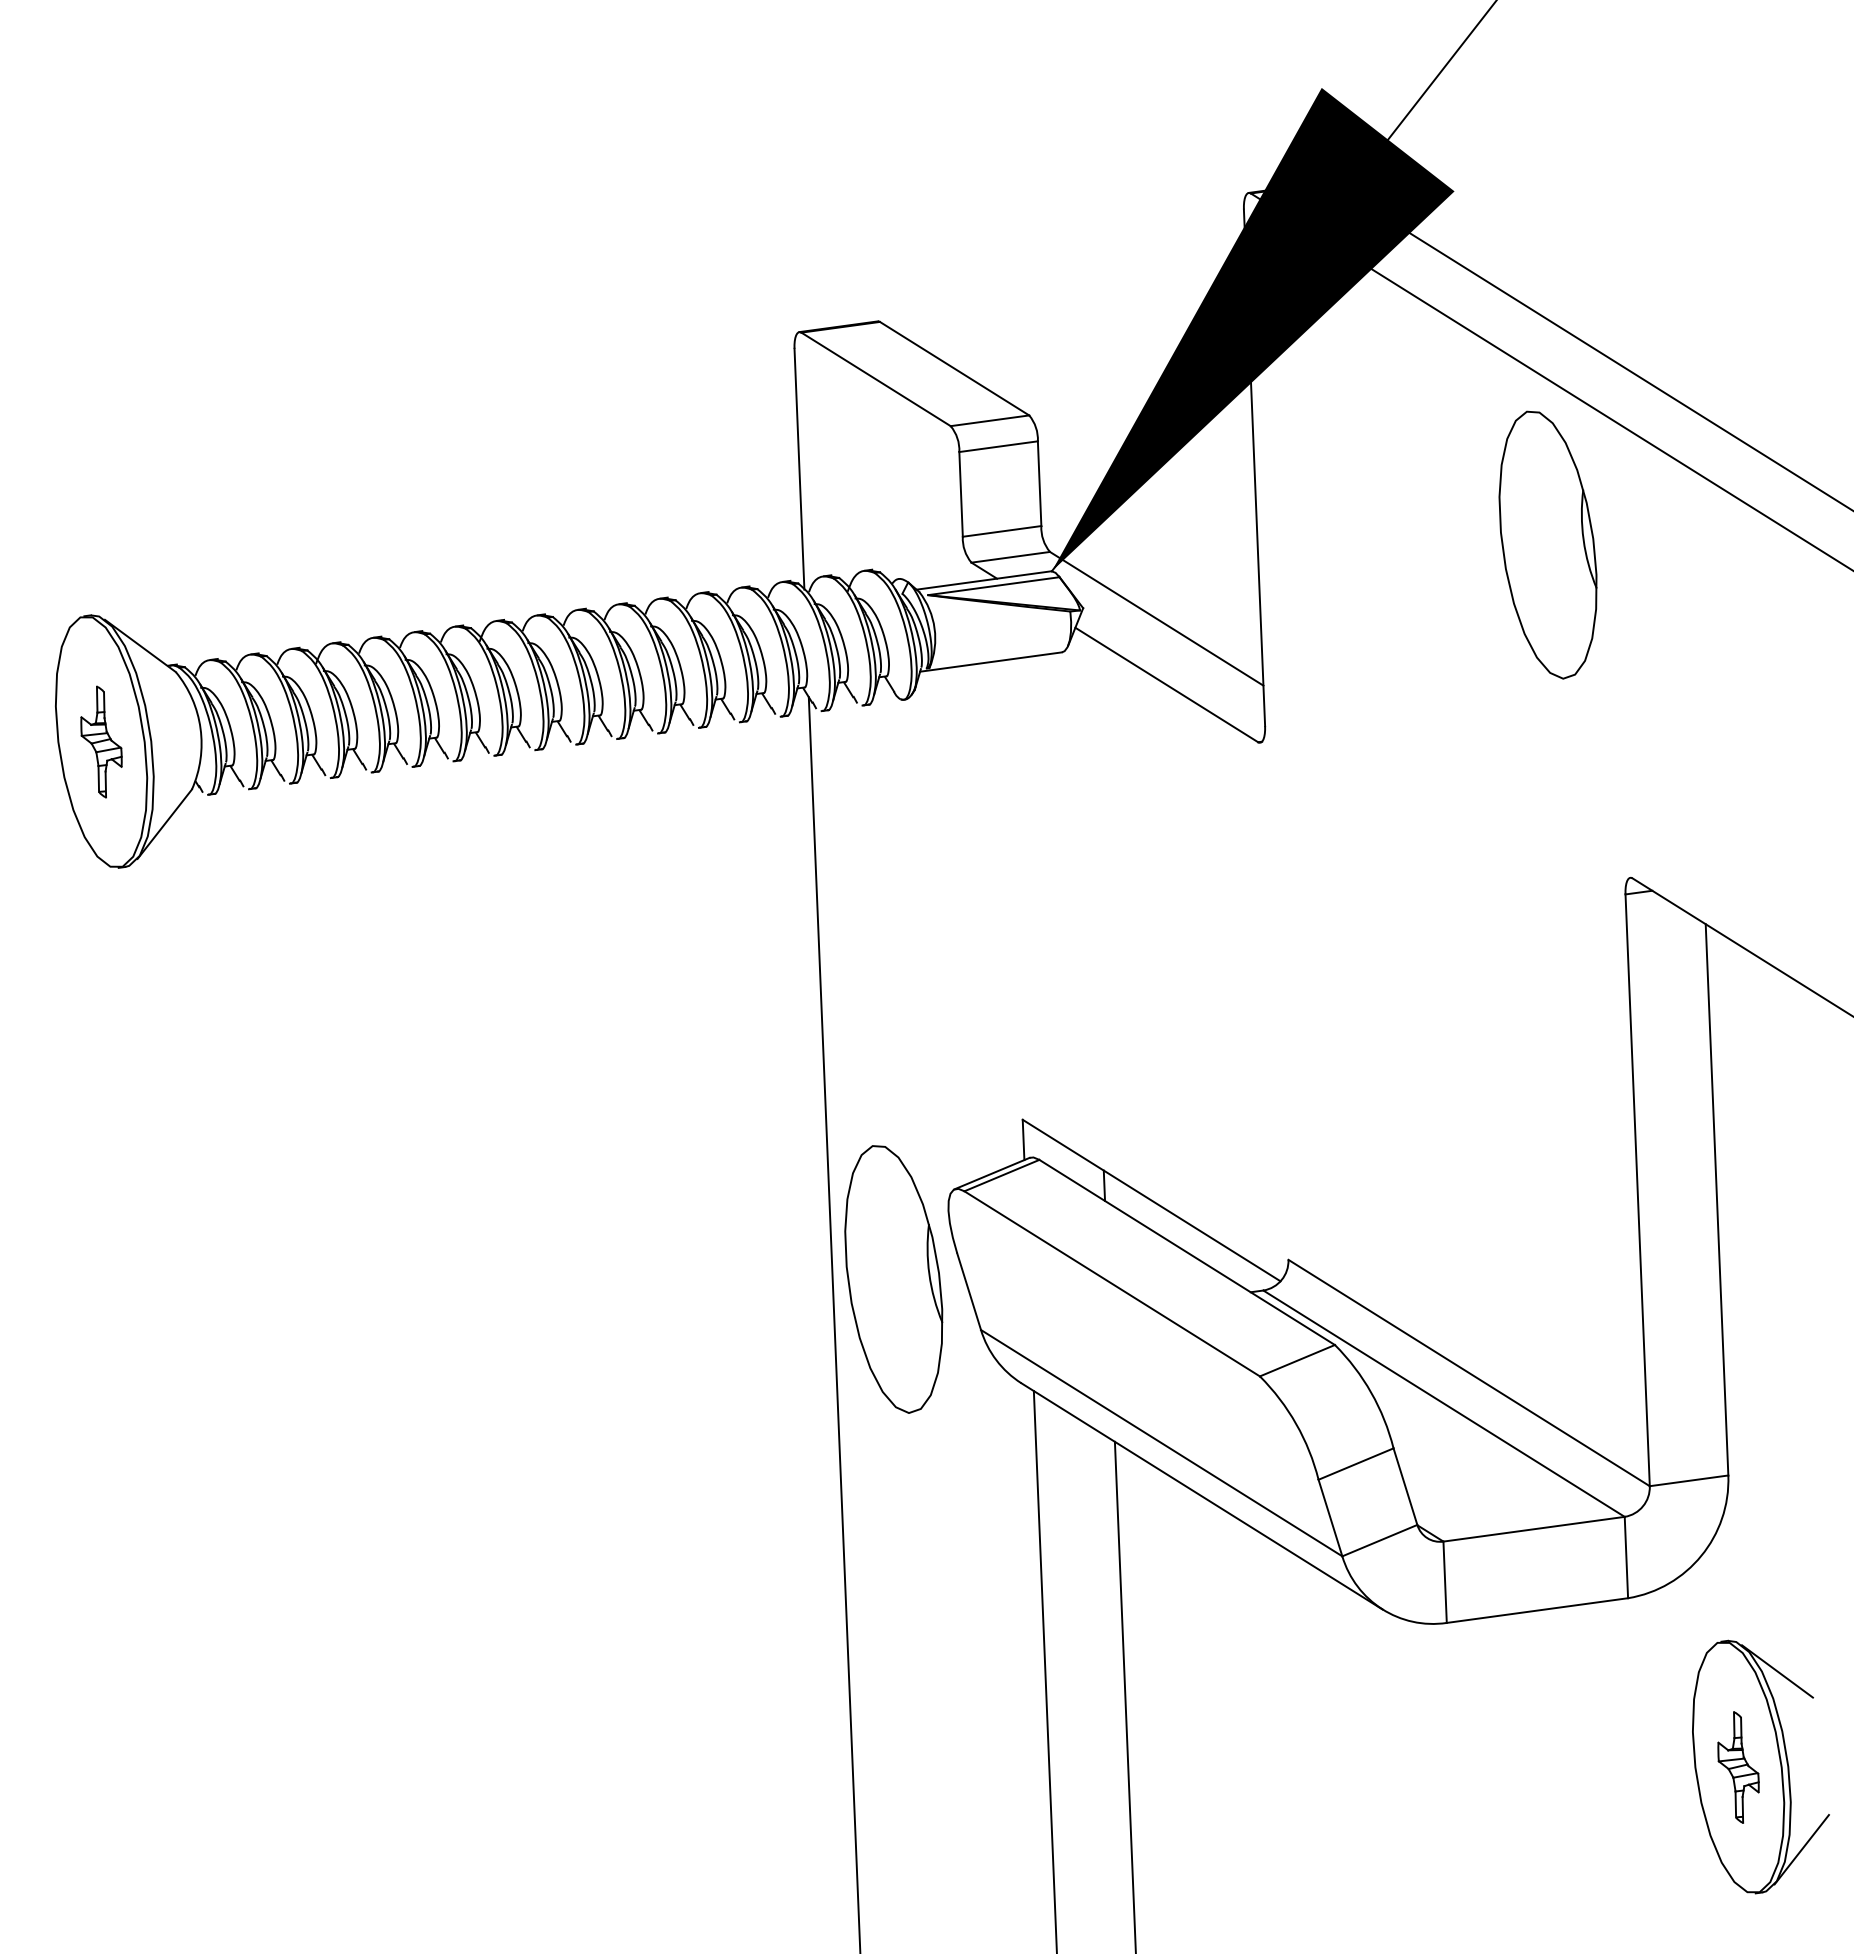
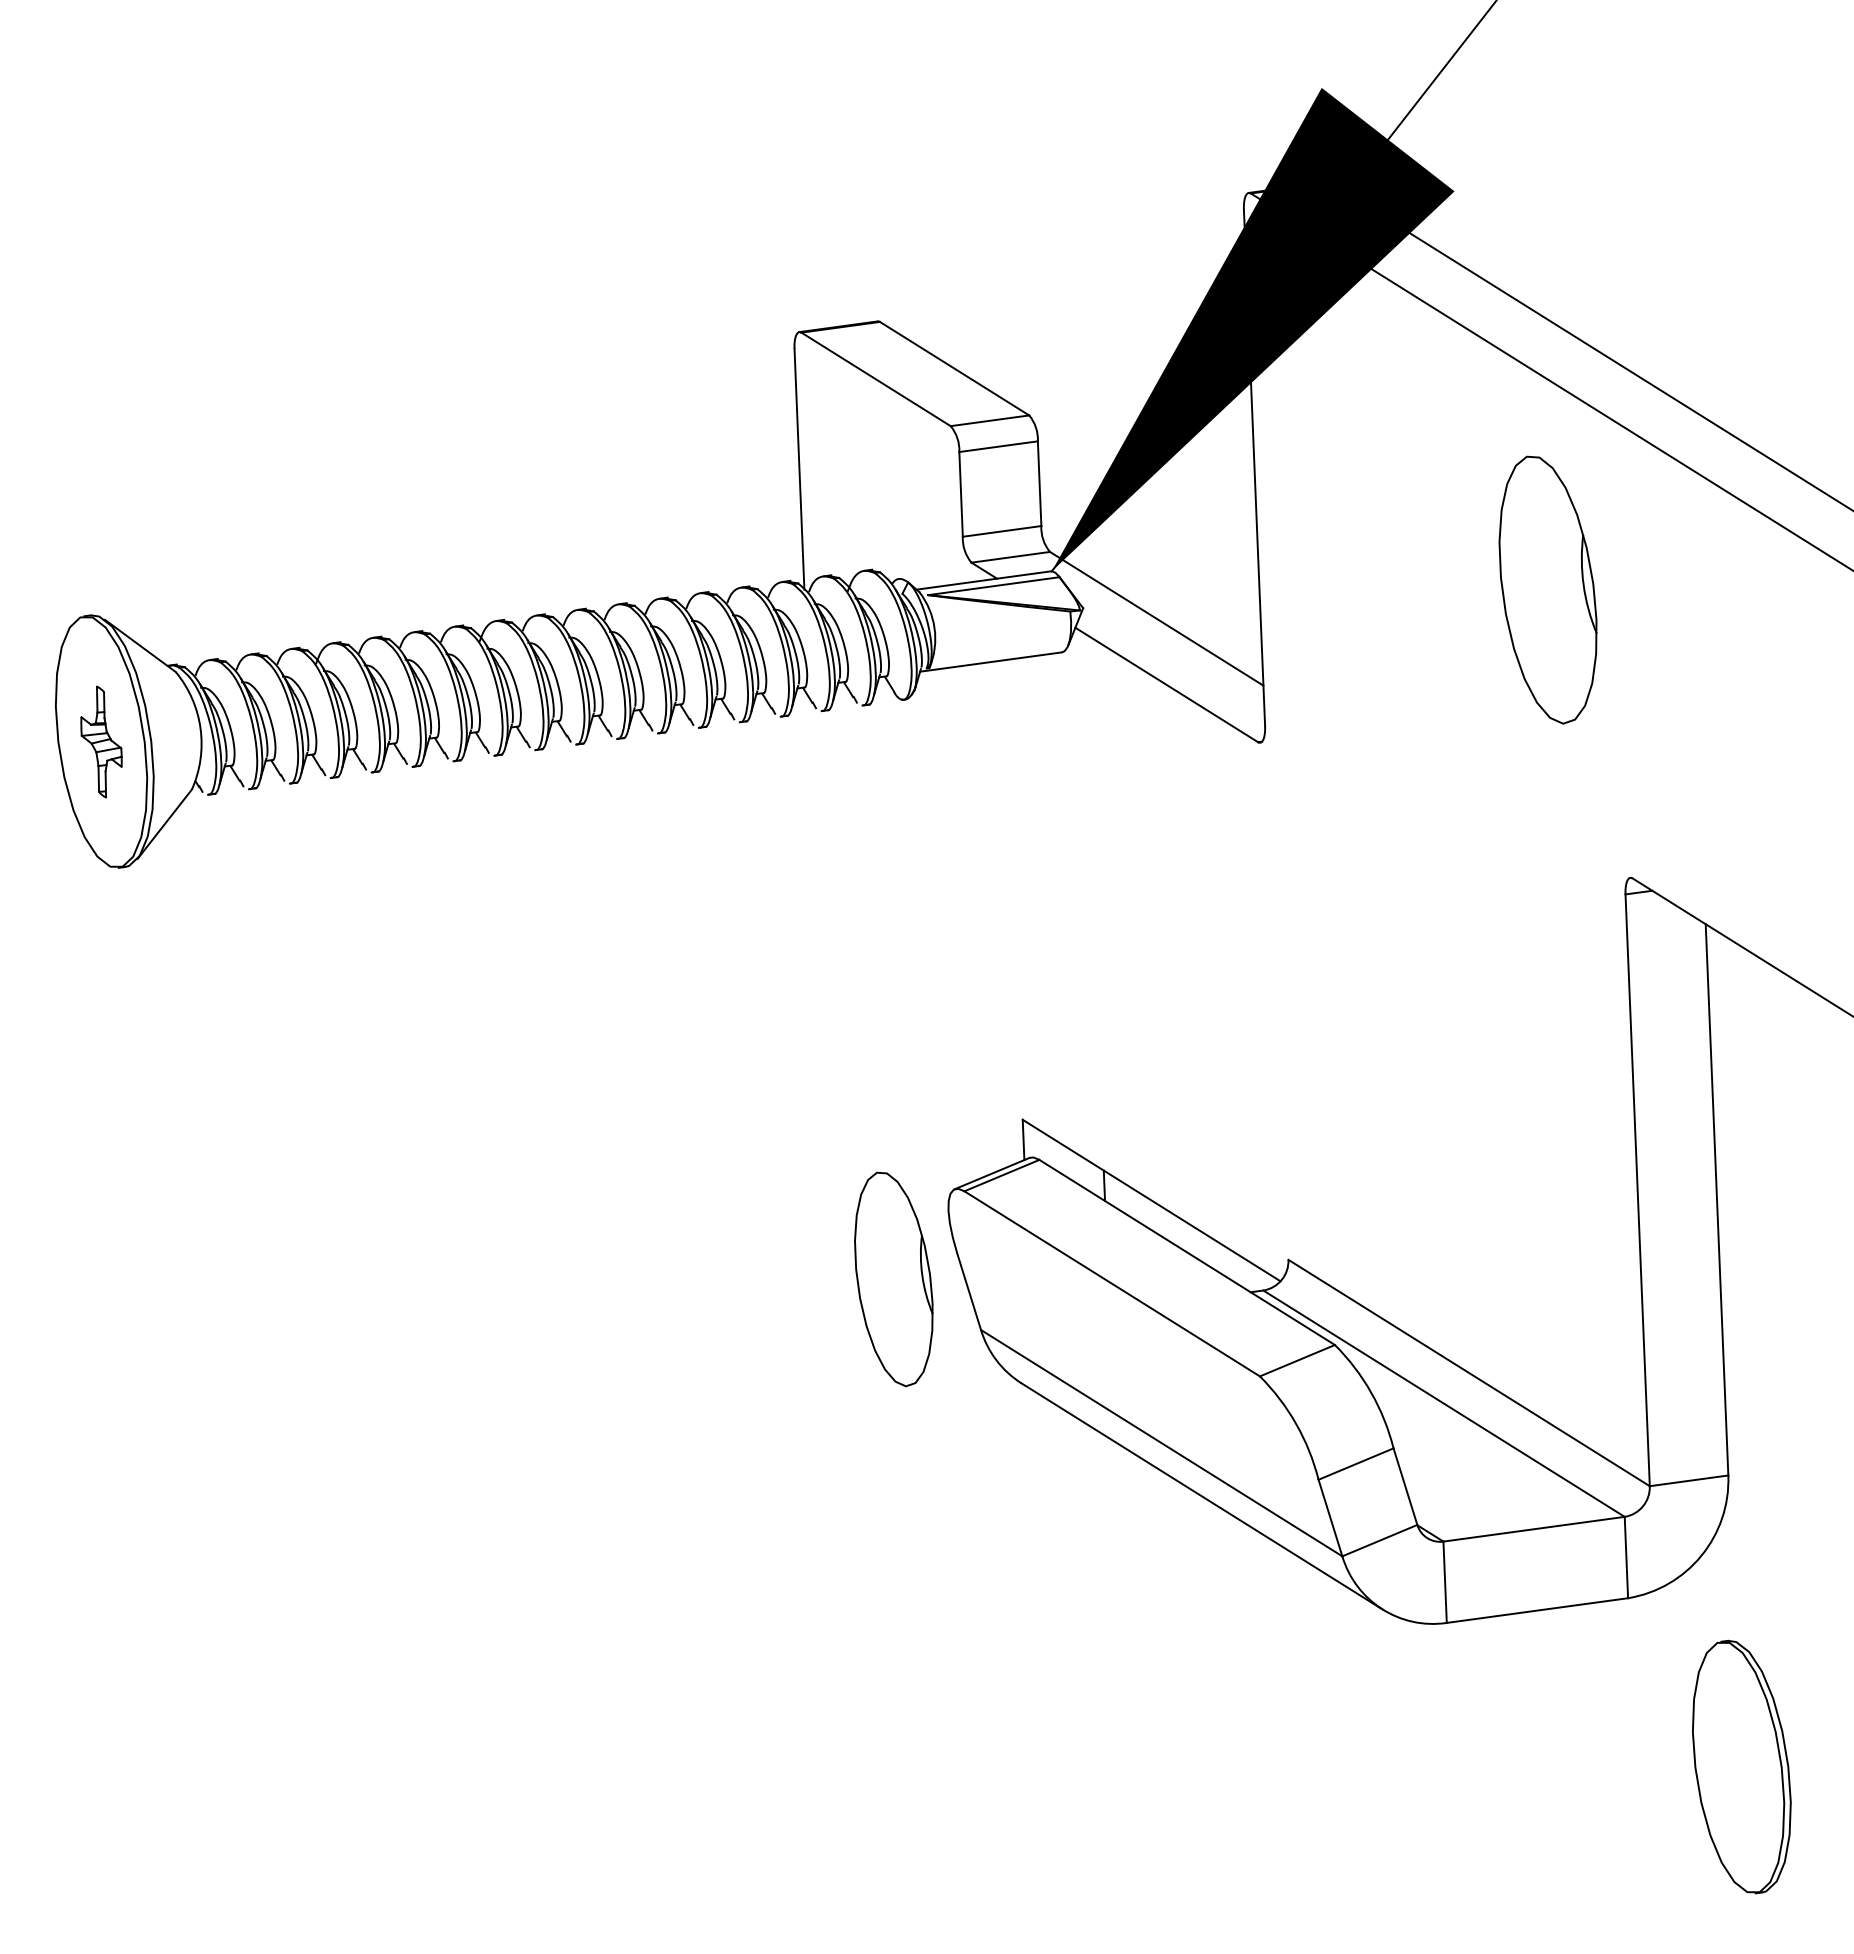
part at (1547, 544) position: (1547, 544) -> (1547, 589)
part at (893, 1279) size: 100x269 px -> 80x217 px
line at (834, 1323): present -> none
line at (1044, 1670): present -> none
line at (1777, 1671): present -> none
line at (1124, 1695): present -> none
part at (1738, 1767): present -> none
line at (1801, 1849): present -> none
